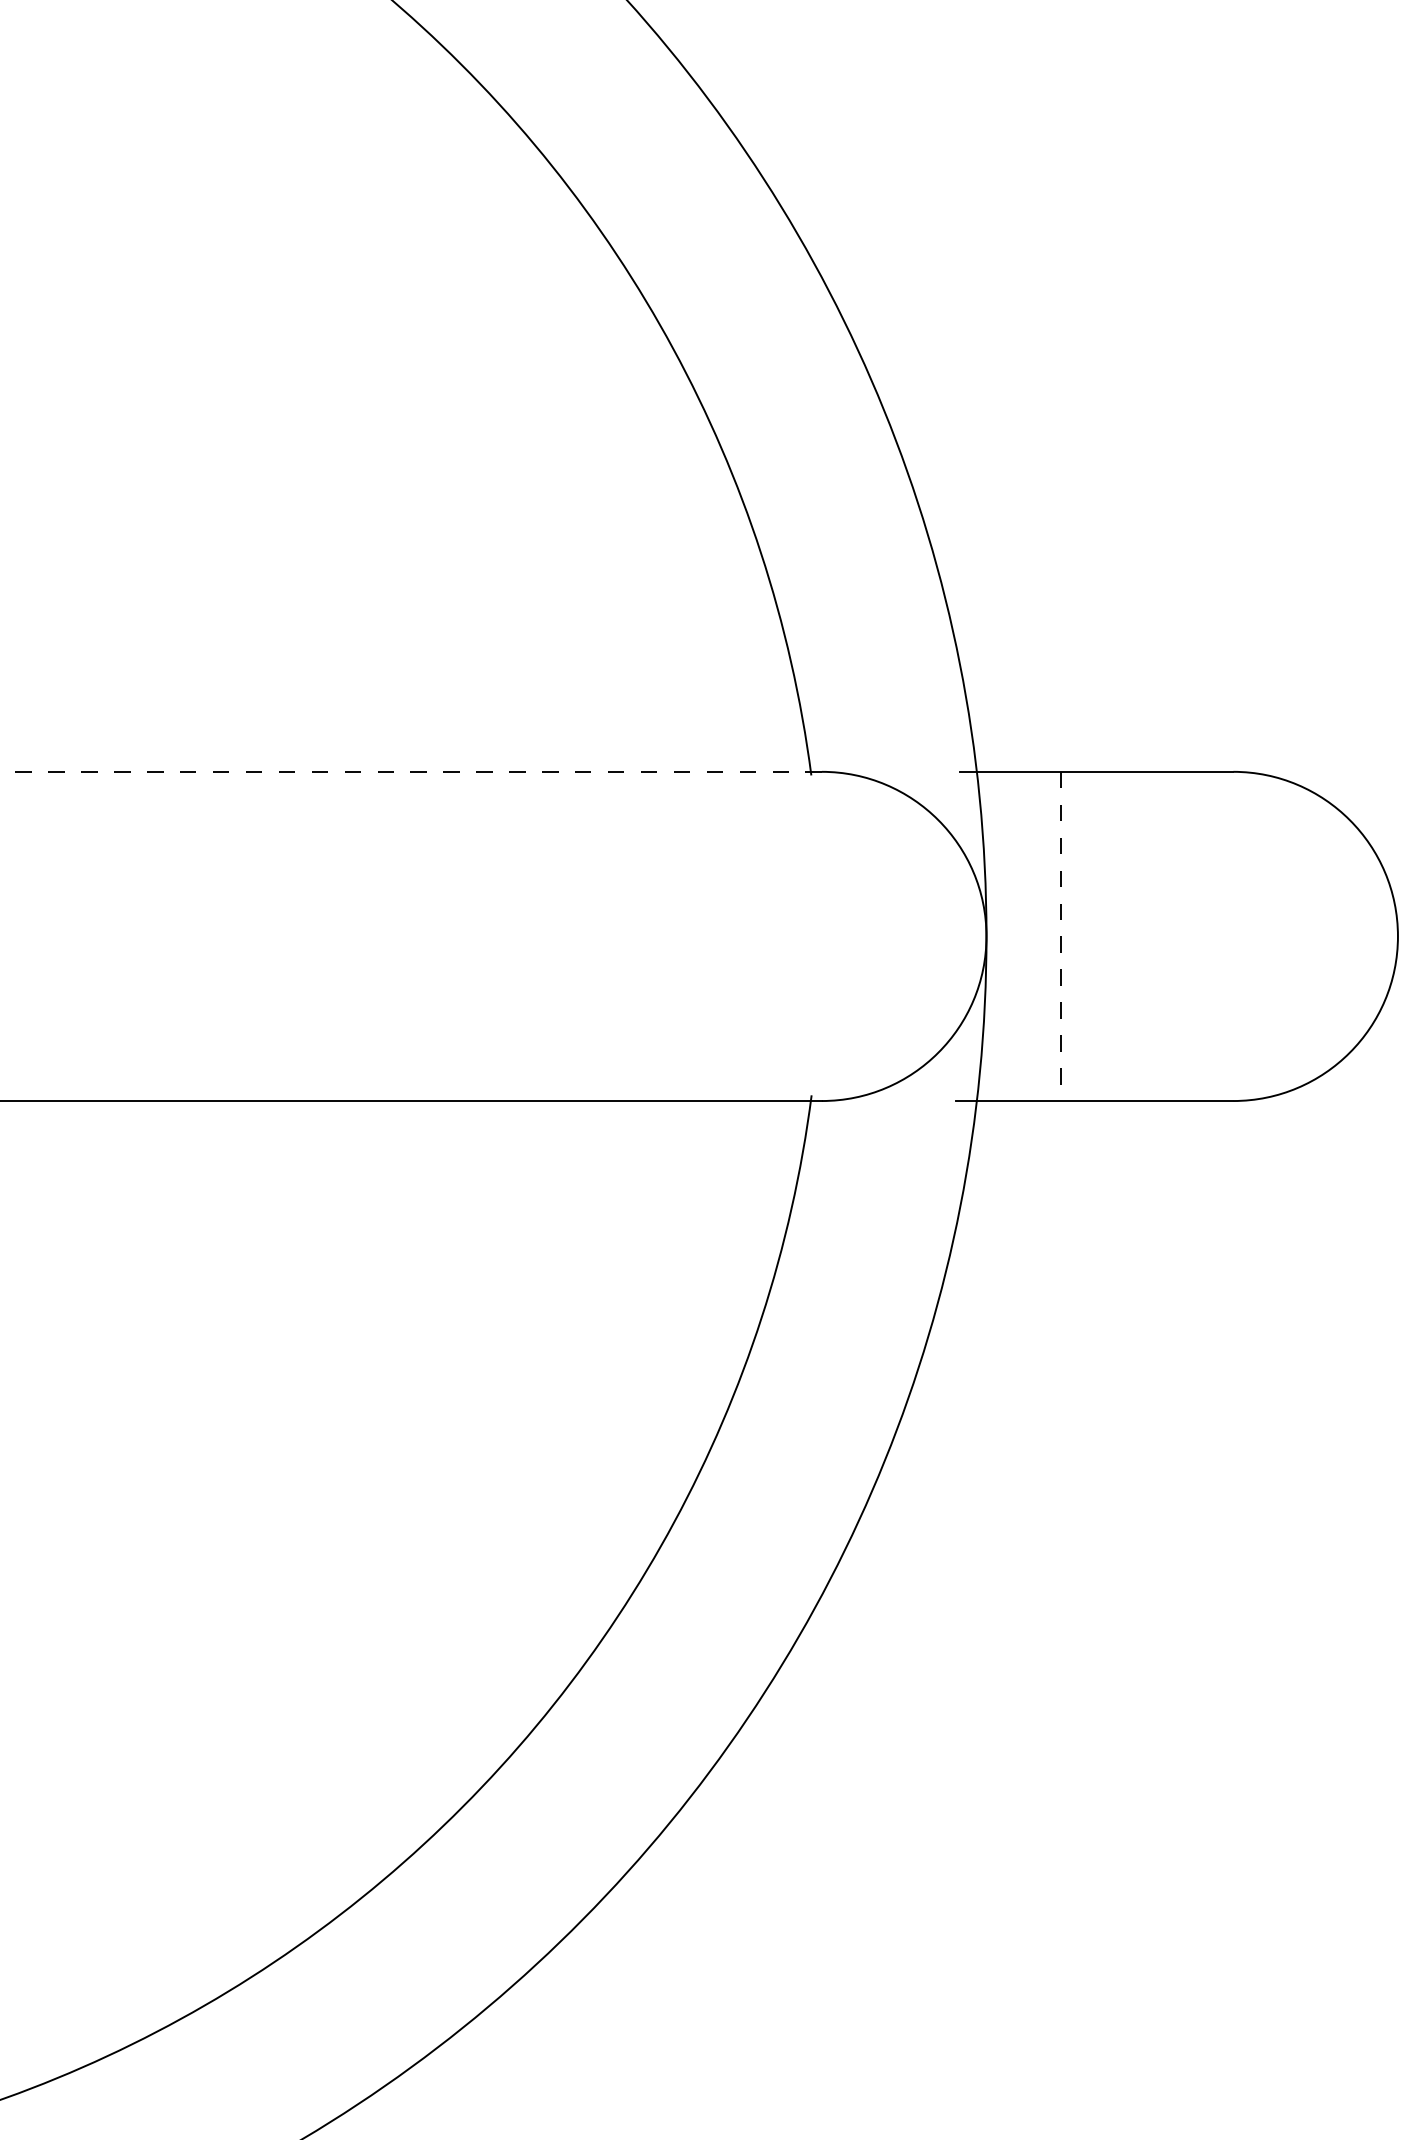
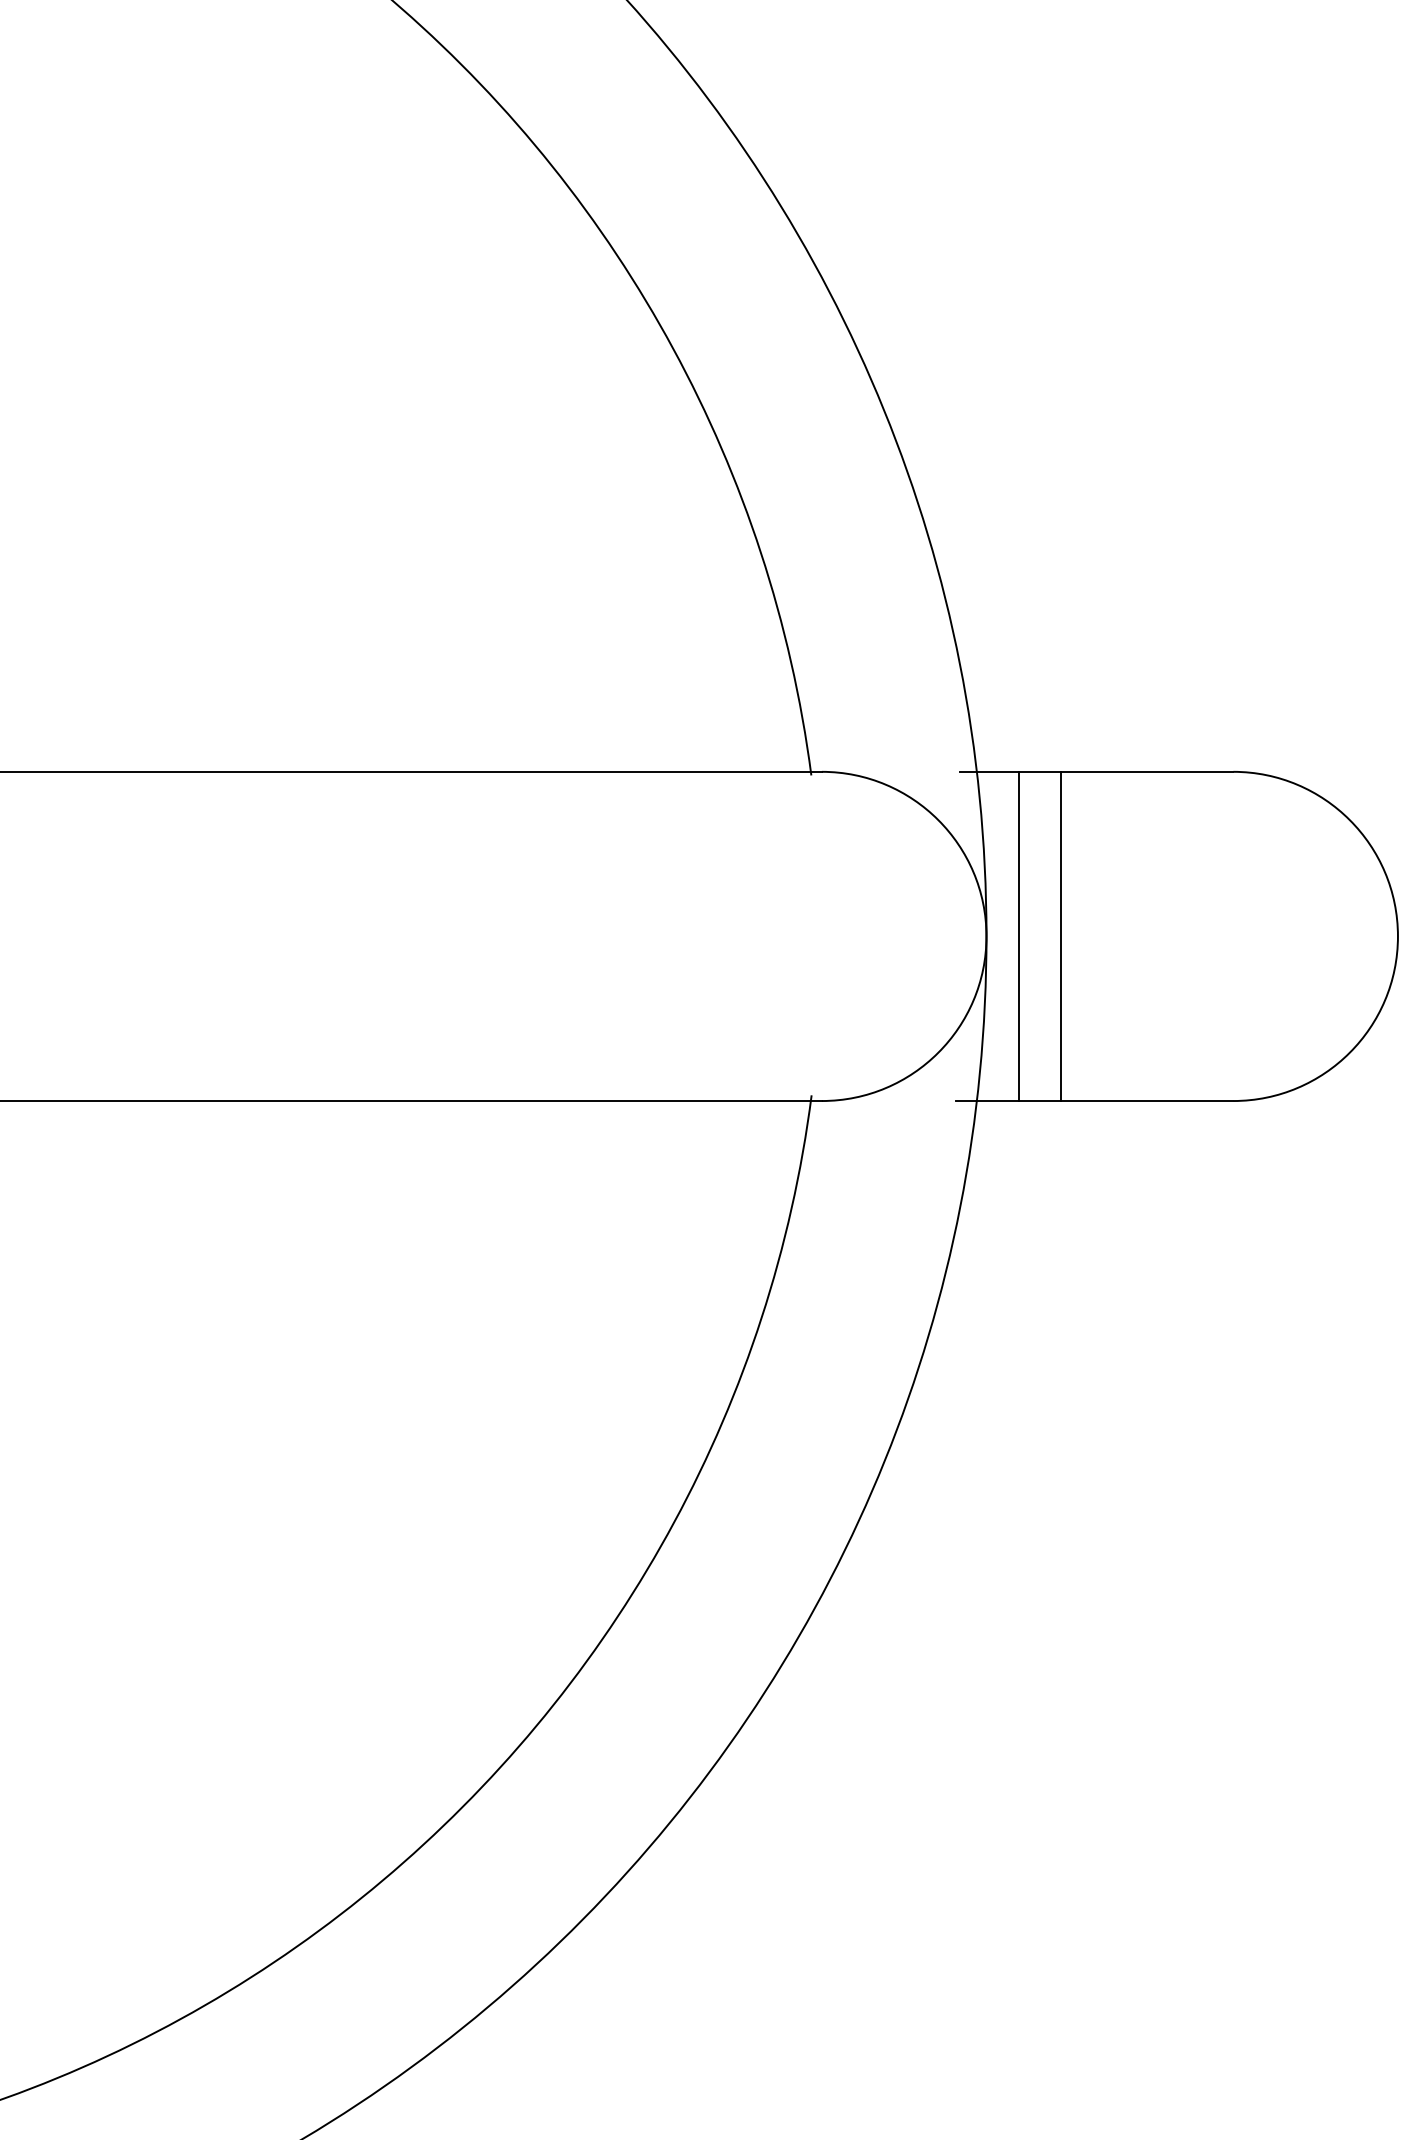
line at (411, 771): dashed -> solid
line at (1019, 936): none -> present
line at (1060, 936): dashed -> solid
